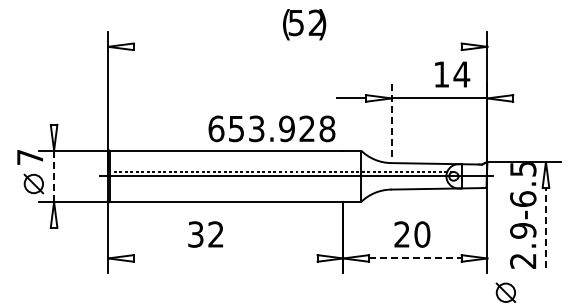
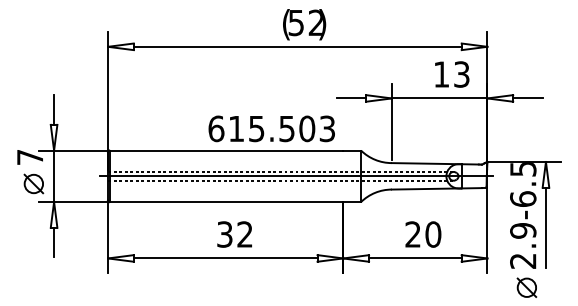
line at (297, 46): none -> present
text at (461, 74): 14 -> 13
line at (527, 98): none -> present
line at (54, 109): none -> present
line at (391, 122): dashed -> solid
text at (282, 128): 653.928 -> 615.503
line at (54, 176): dashed -> solid
line at (280, 180): none -> present
line at (545, 227): dashed -> solid
text at (205, 234) position: (205, 234) -> (234, 234)
text at (412, 234) position: (412, 234) -> (423, 234)
line at (54, 242): none -> present
line at (225, 258): none -> present
line at (415, 258): dashed -> solid
part at (505, 292) position: (505, 292) -> (526, 287)
